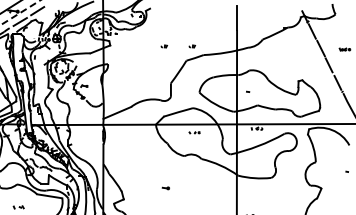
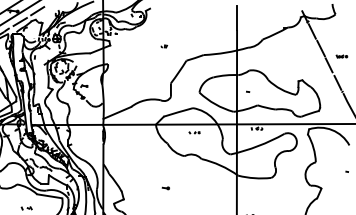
line at (19, 13): dashed -> solid
part at (192, 46): present -> none
part at (344, 49) position: (344, 49) -> (341, 56)
part at (18, 207) position: (18, 207) -> (26, 208)
